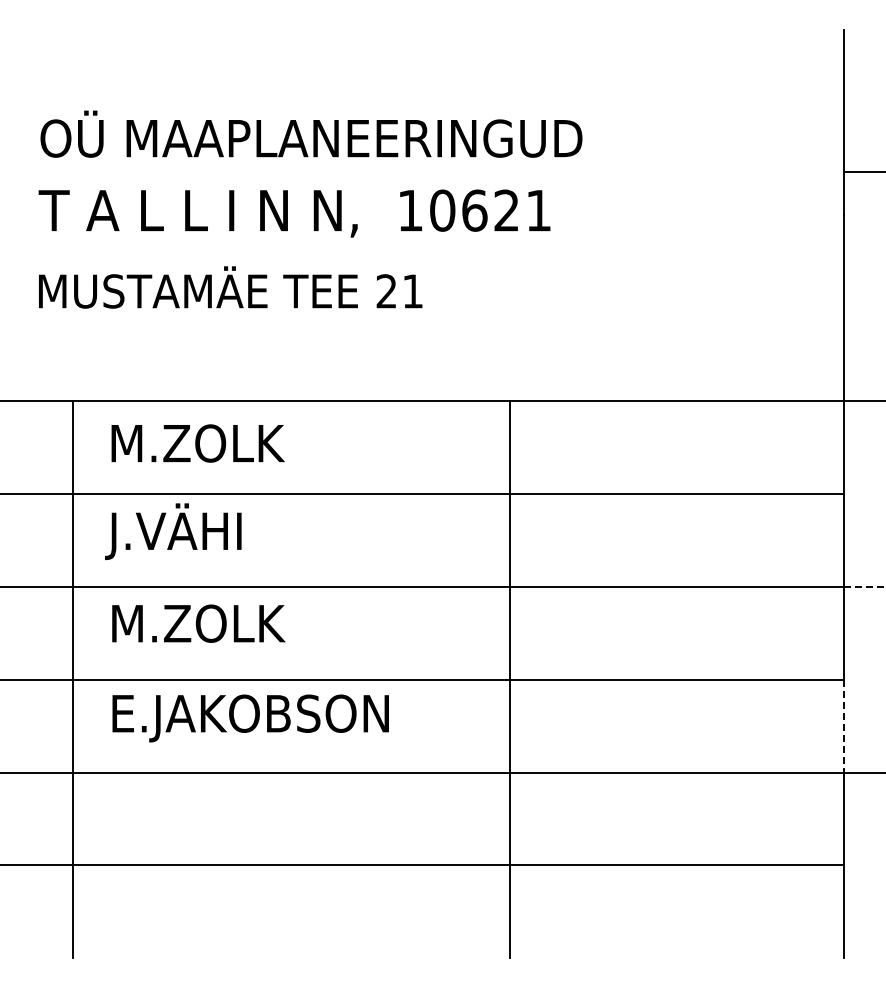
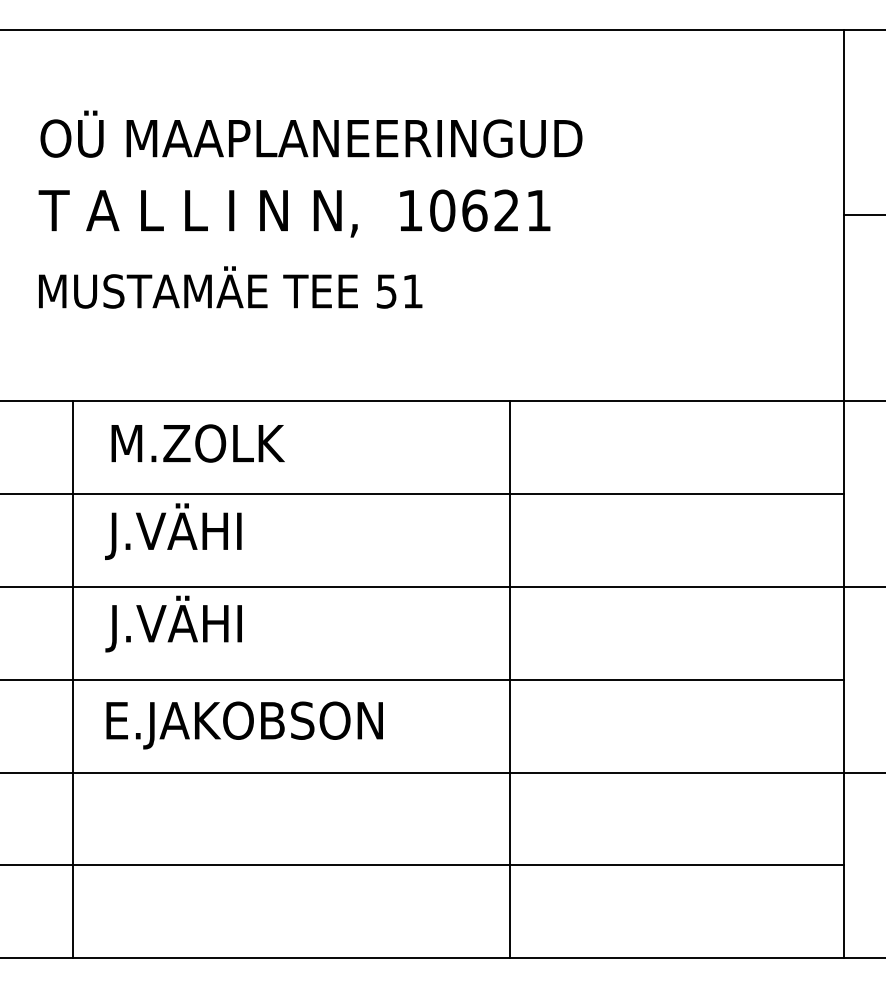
line at (442, 29): none -> present
line at (862, 172) position: (862, 172) -> (862, 215)
text at (386, 291): 21 -> 51
line at (864, 586): dashed -> solid
text at (195, 623): M.ZOLK -> J.VÄHI
text at (250, 718) position: (250, 718) -> (244, 725)
line at (843, 726): dashed -> solid
line at (442, 958): none -> present
